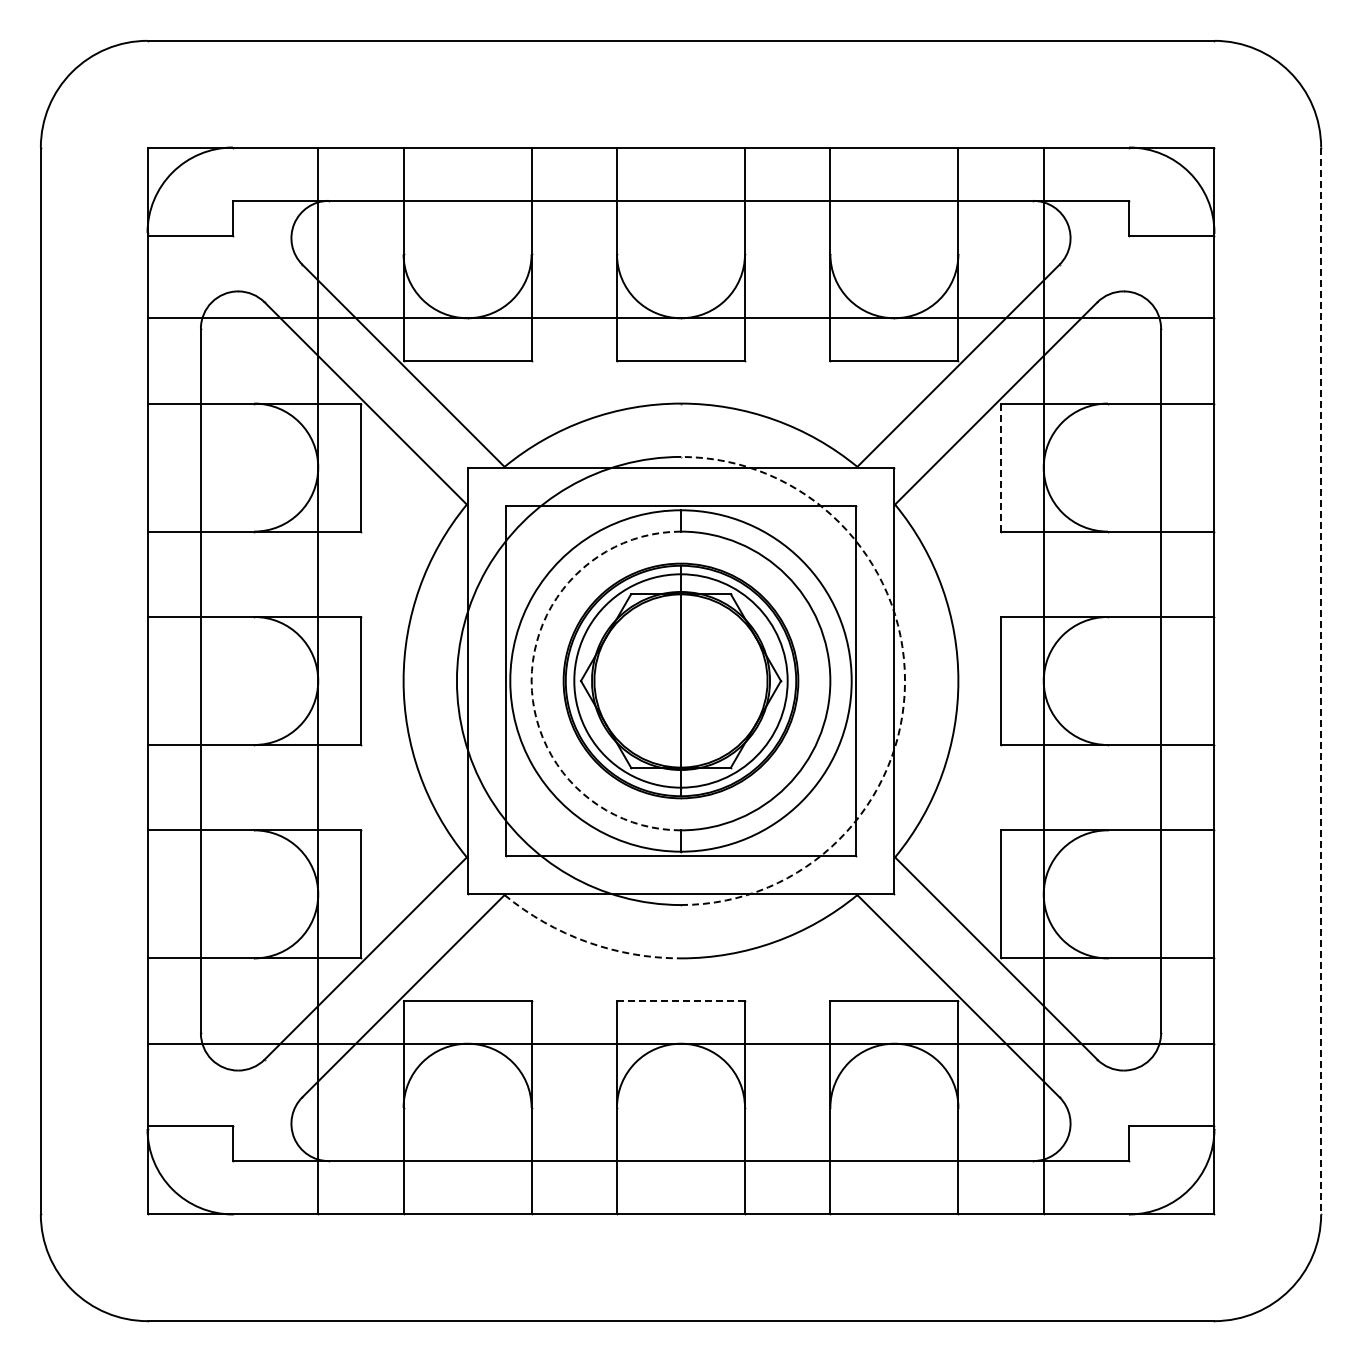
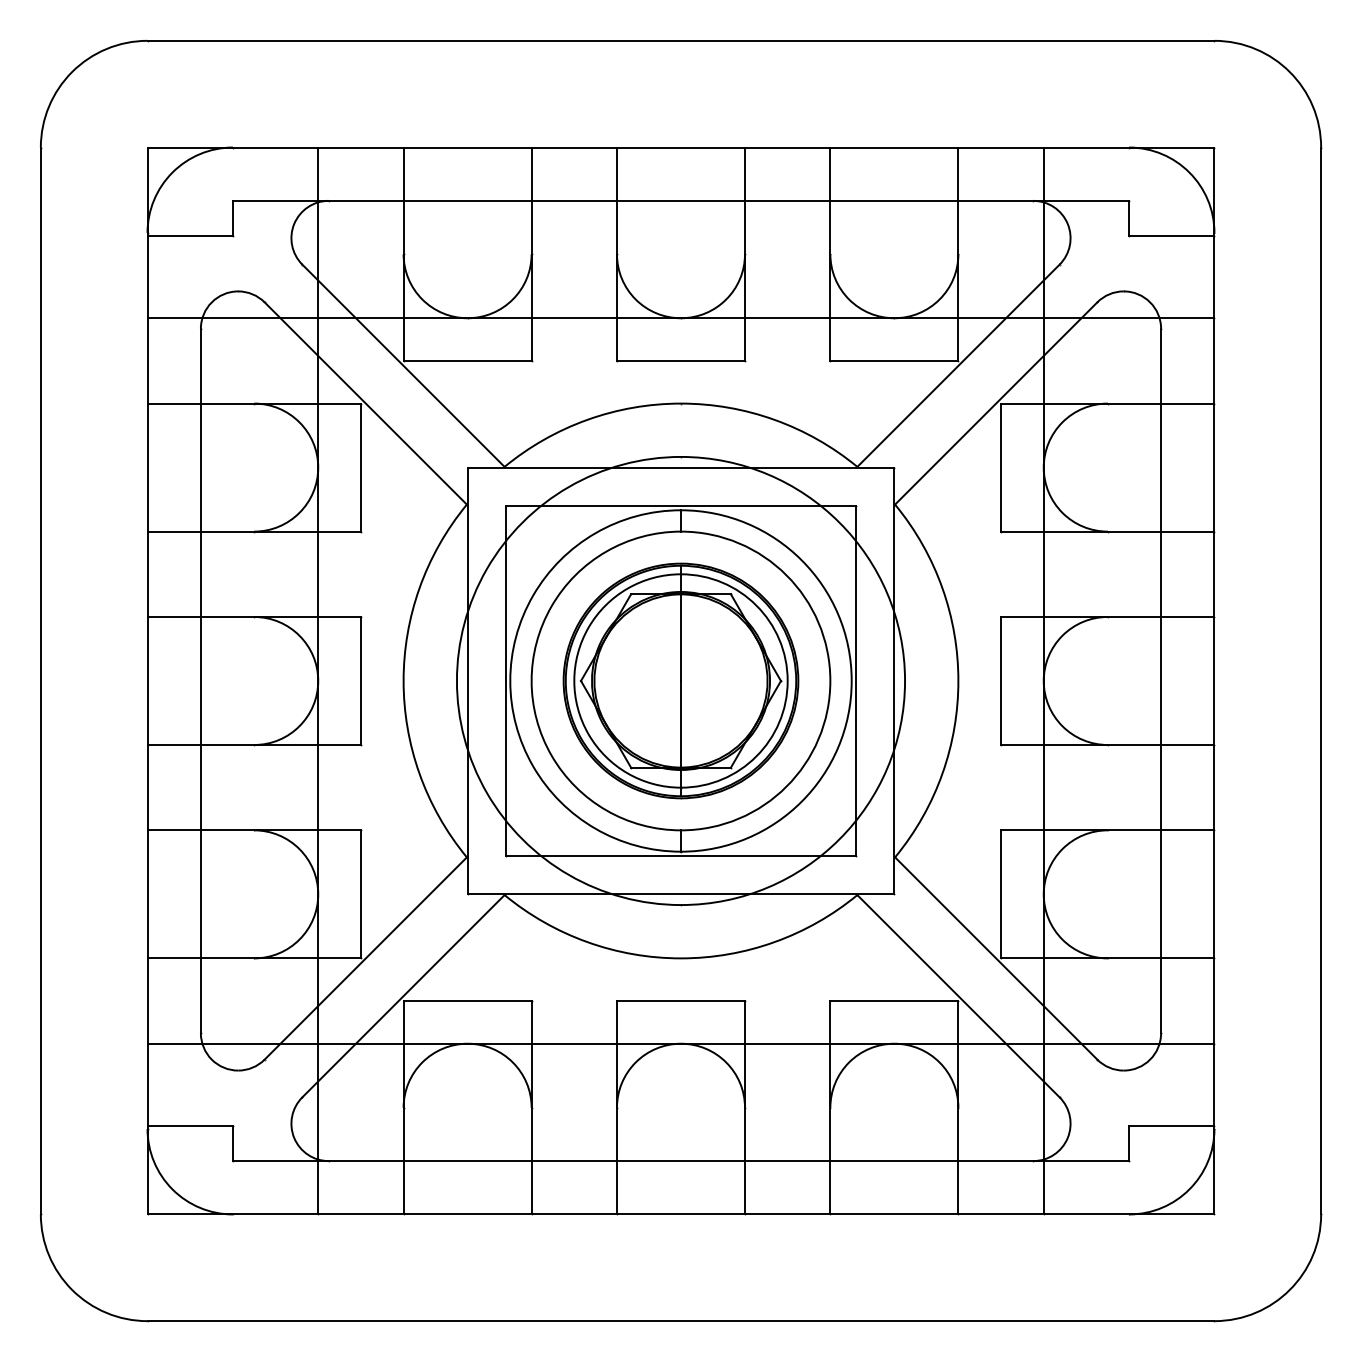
line at (1001, 468): dashed -> solid
arc at (531, 680): dashed -> solid
arc at (905, 680): dashed -> solid
line at (1321, 681): dashed -> solid
arc at (587, 942): dashed -> solid
line at (680, 1001): dashed -> solid
